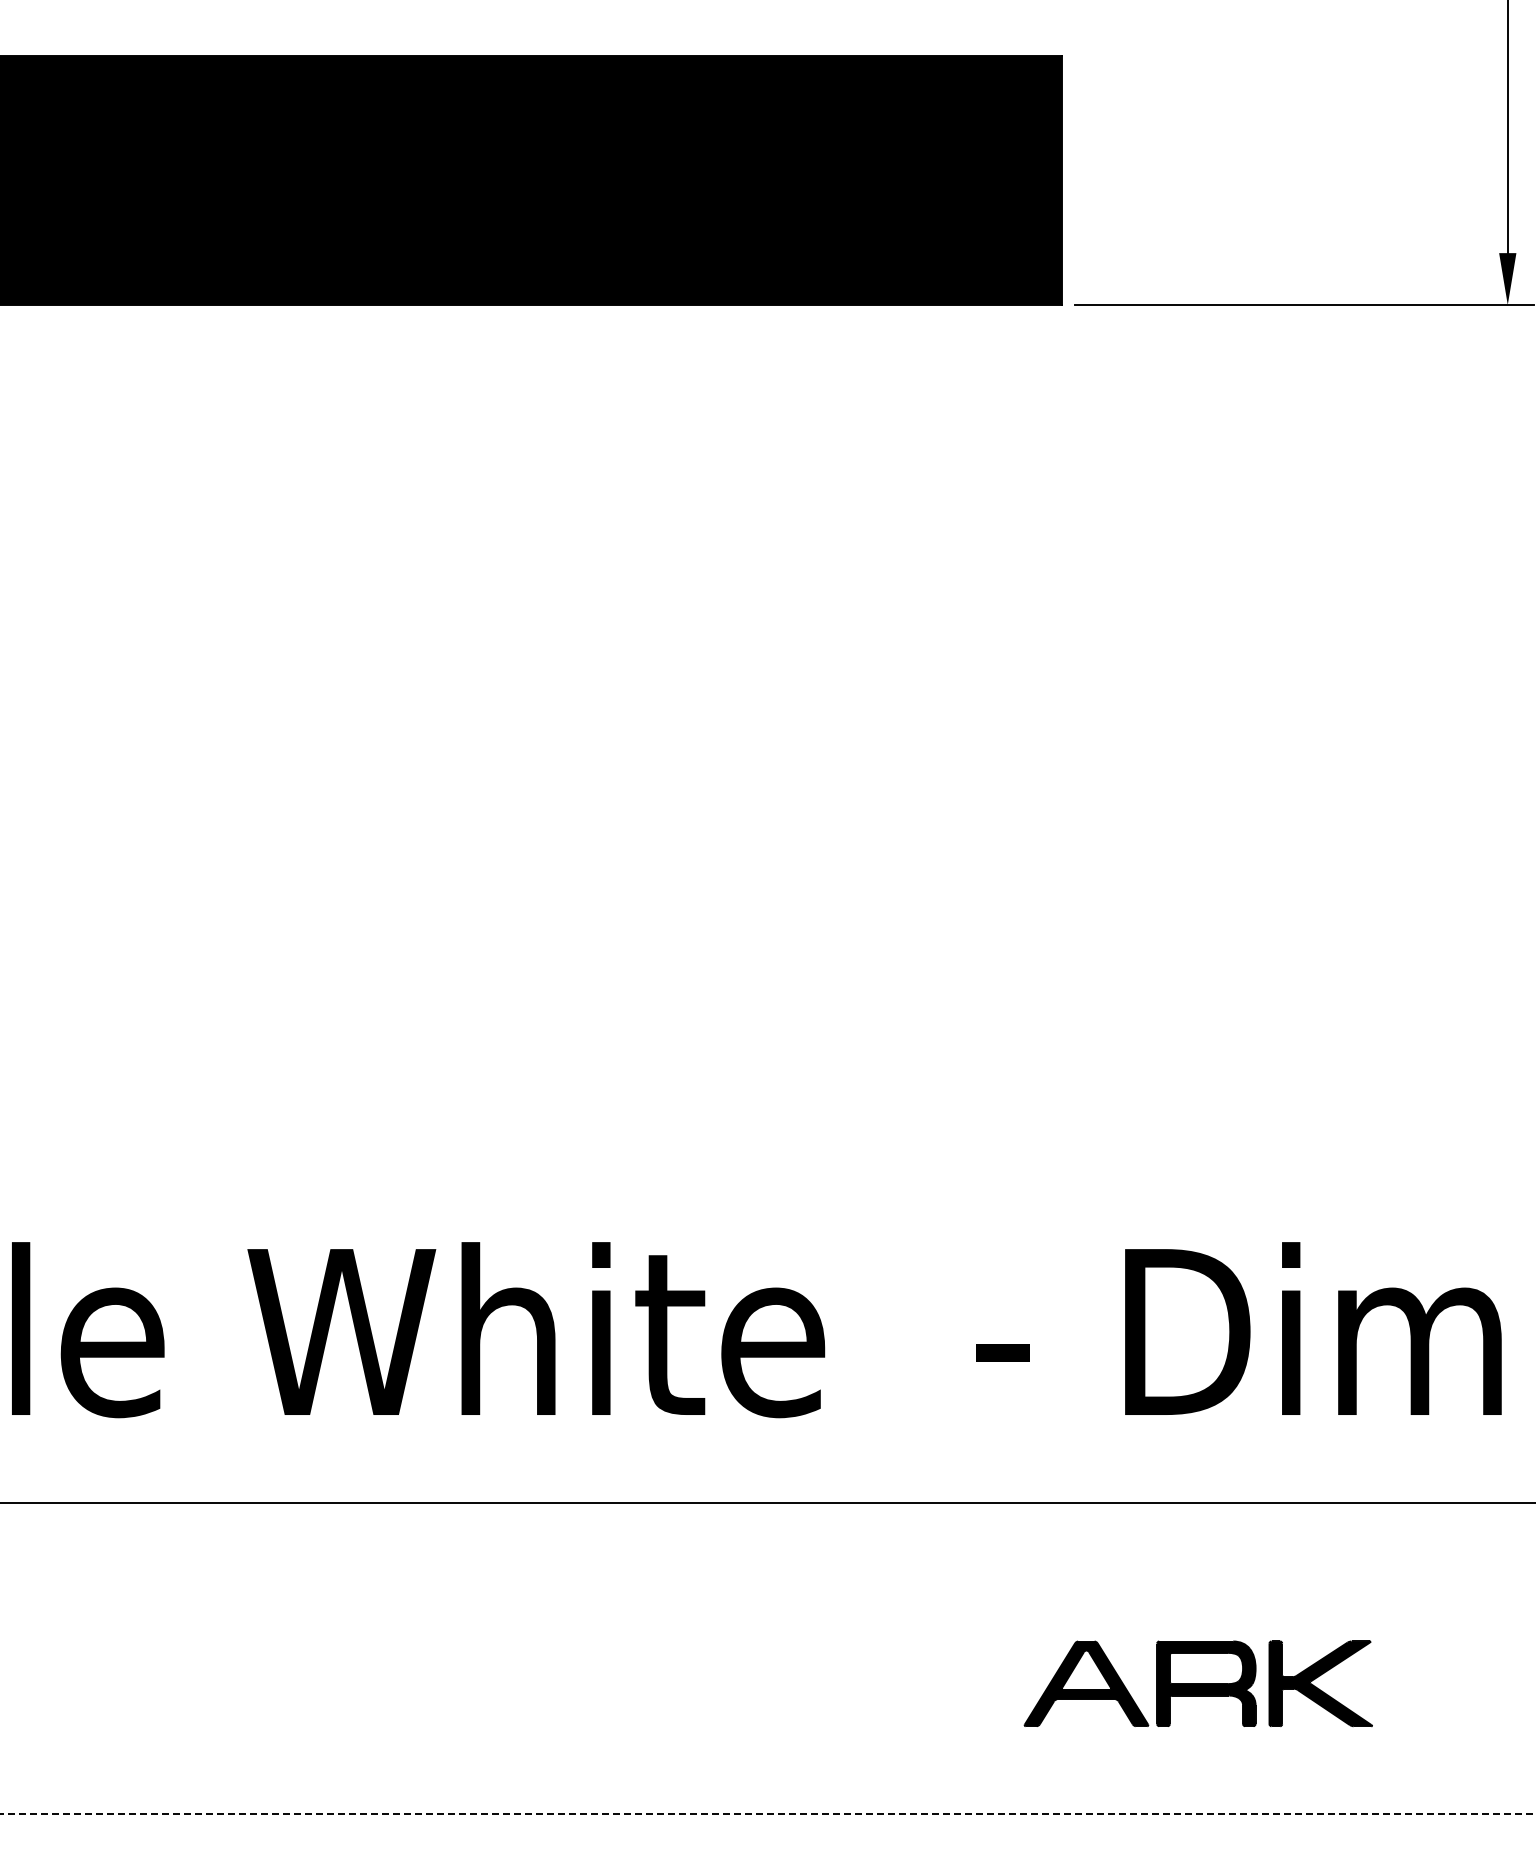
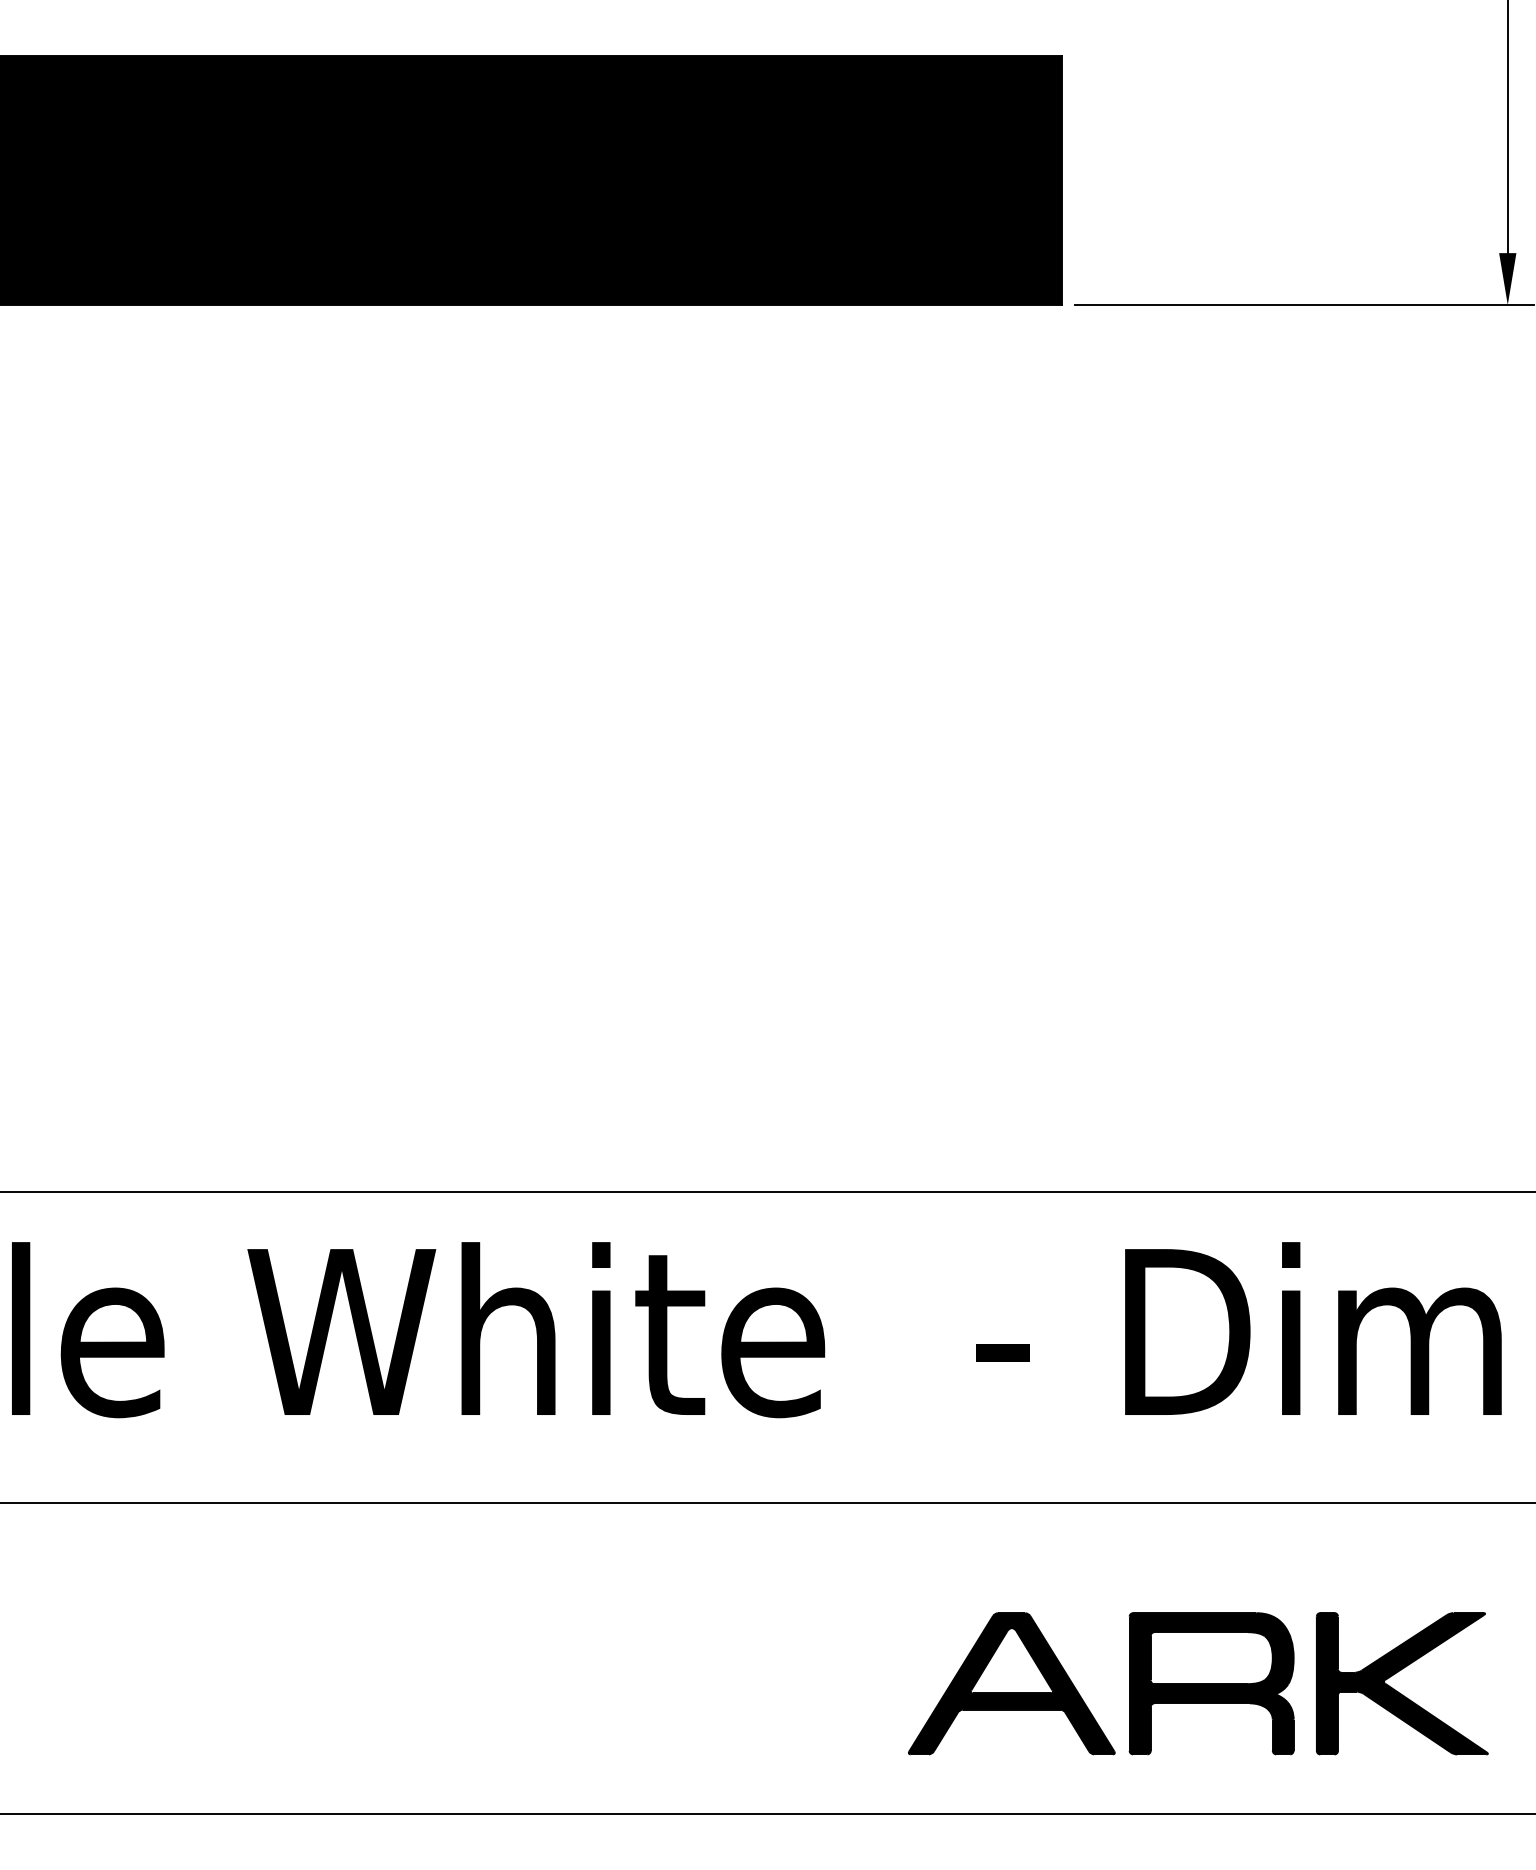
line at (767, 1191): none -> present
part at (1197, 1683) size: 350x88 px -> 581x144 px
line at (767, 1813): dashed -> solid
